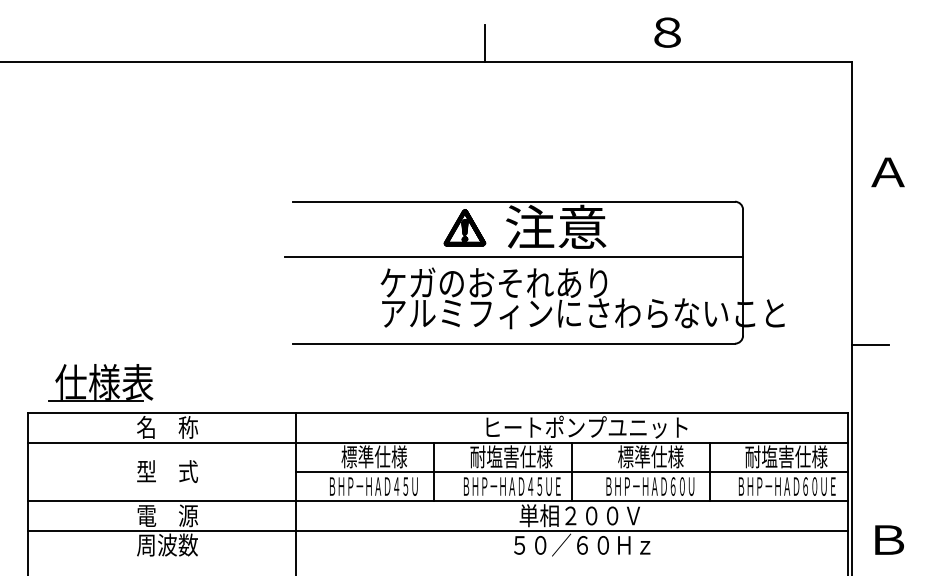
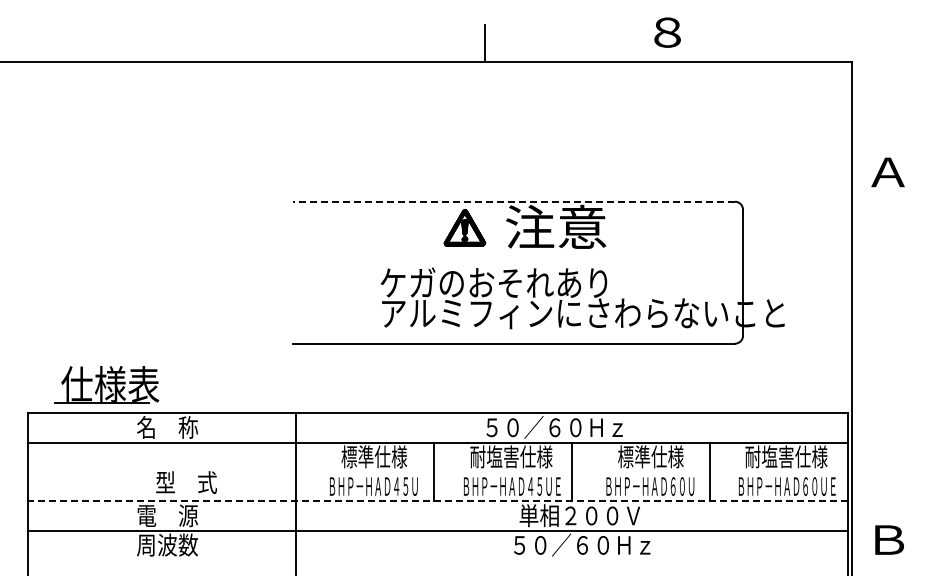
line at (513, 201): solid -> dashed
line at (513, 256): present -> none
line at (870, 345): present -> none
part at (100, 382) position: (100, 382) -> (106, 384)
text at (586, 426): ヒートポンプユニット -> ５０／６０Ｈｚ
text at (167, 471) position: (167, 471) -> (186, 482)
line at (571, 472): present -> none
line at (437, 501): solid -> dashed
